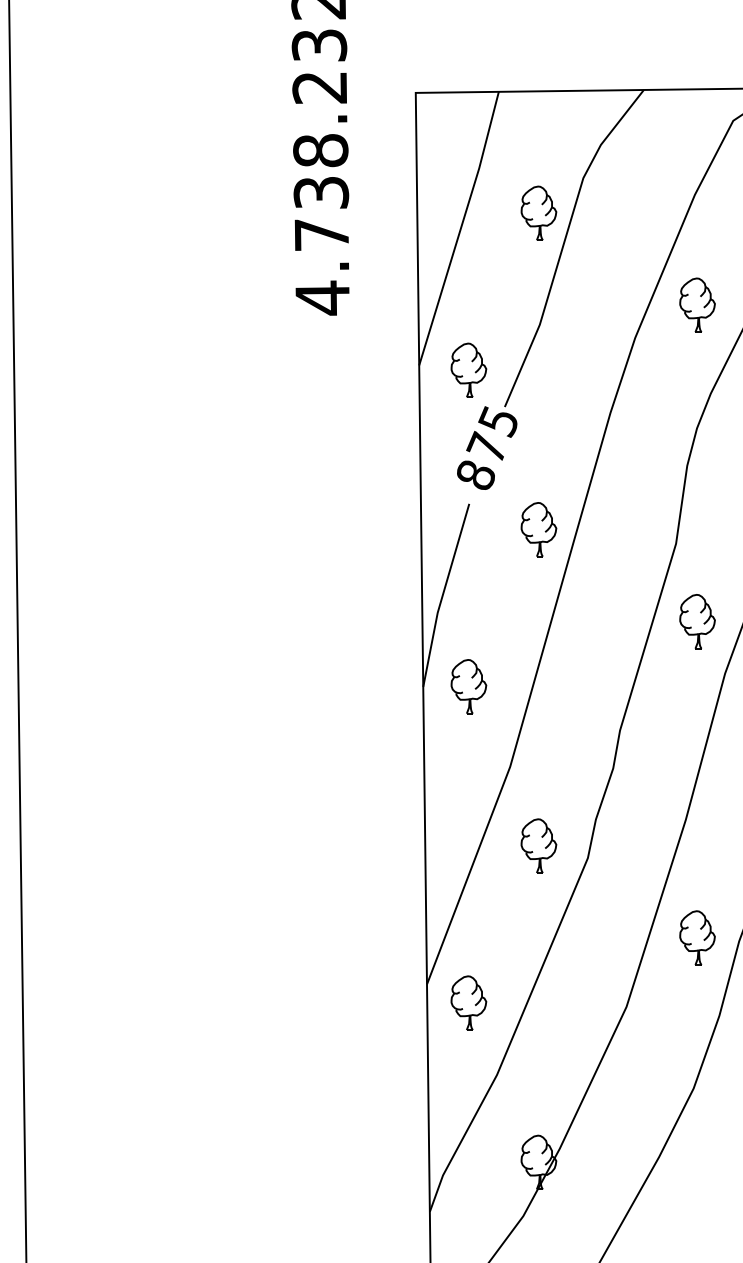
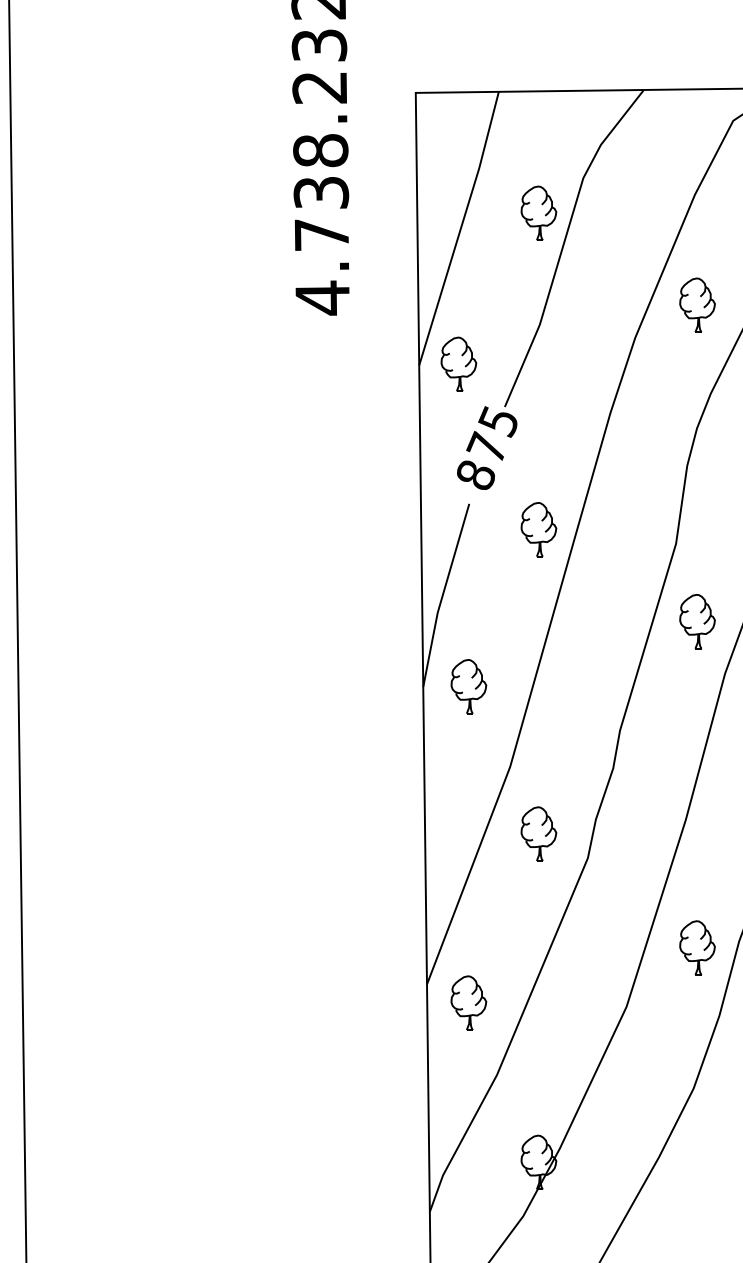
part at (468, 369) position: (468, 369) -> (458, 363)
part at (538, 845) position: (538, 845) -> (538, 833)
part at (697, 937) position: (697, 937) -> (697, 947)
